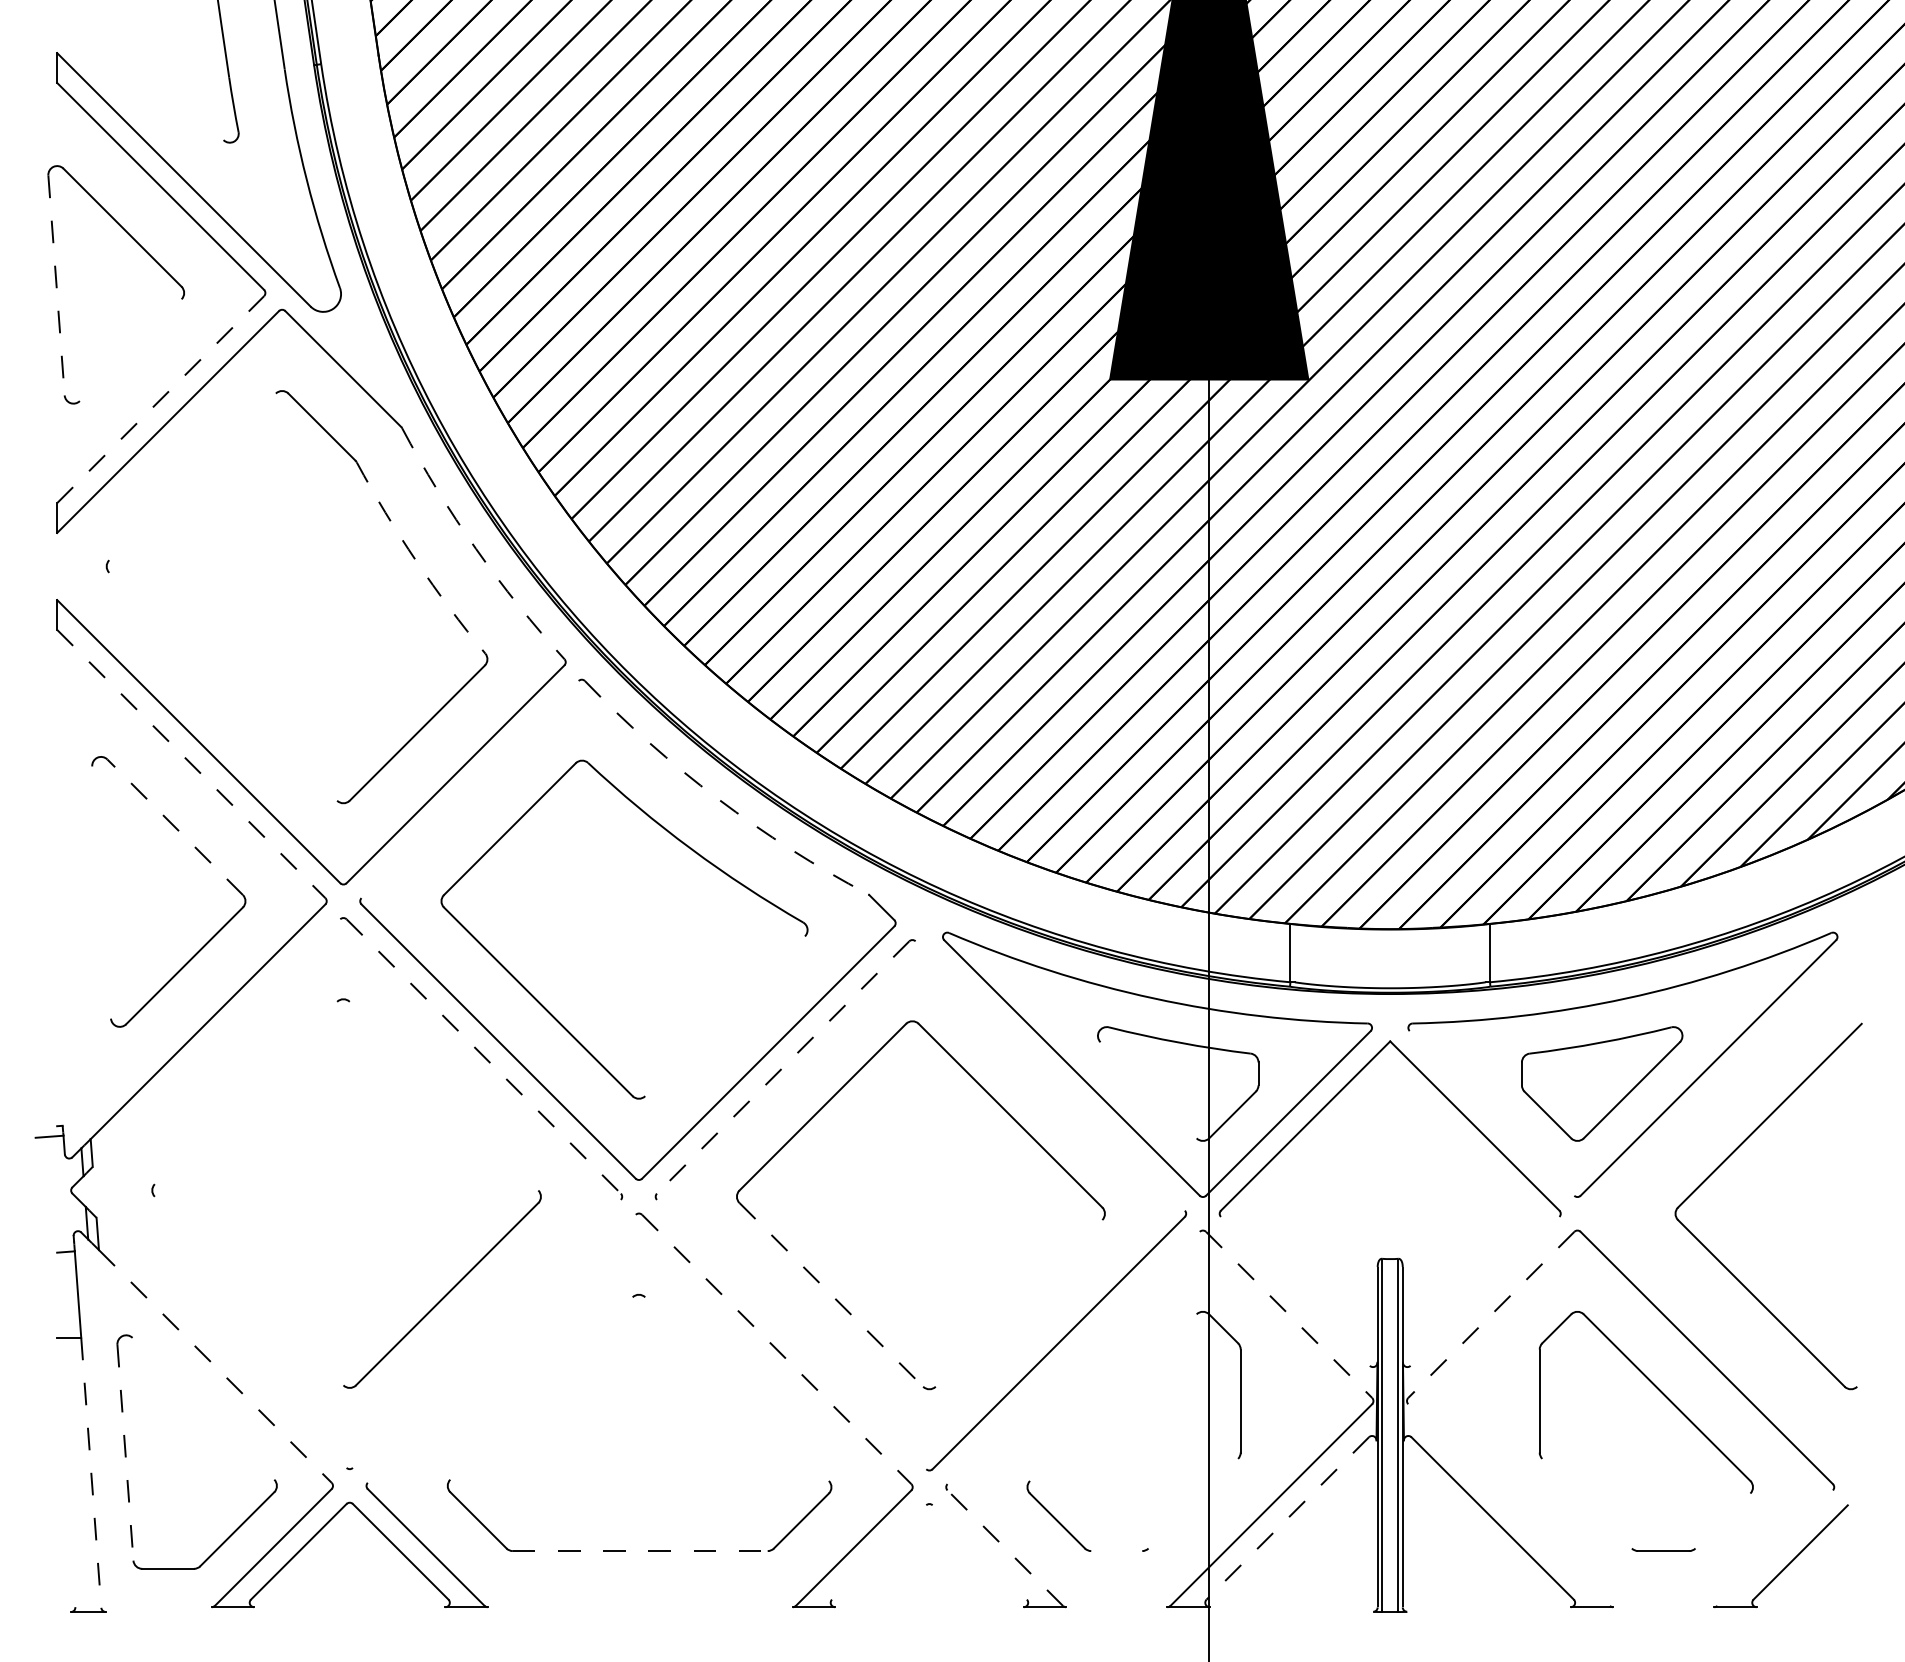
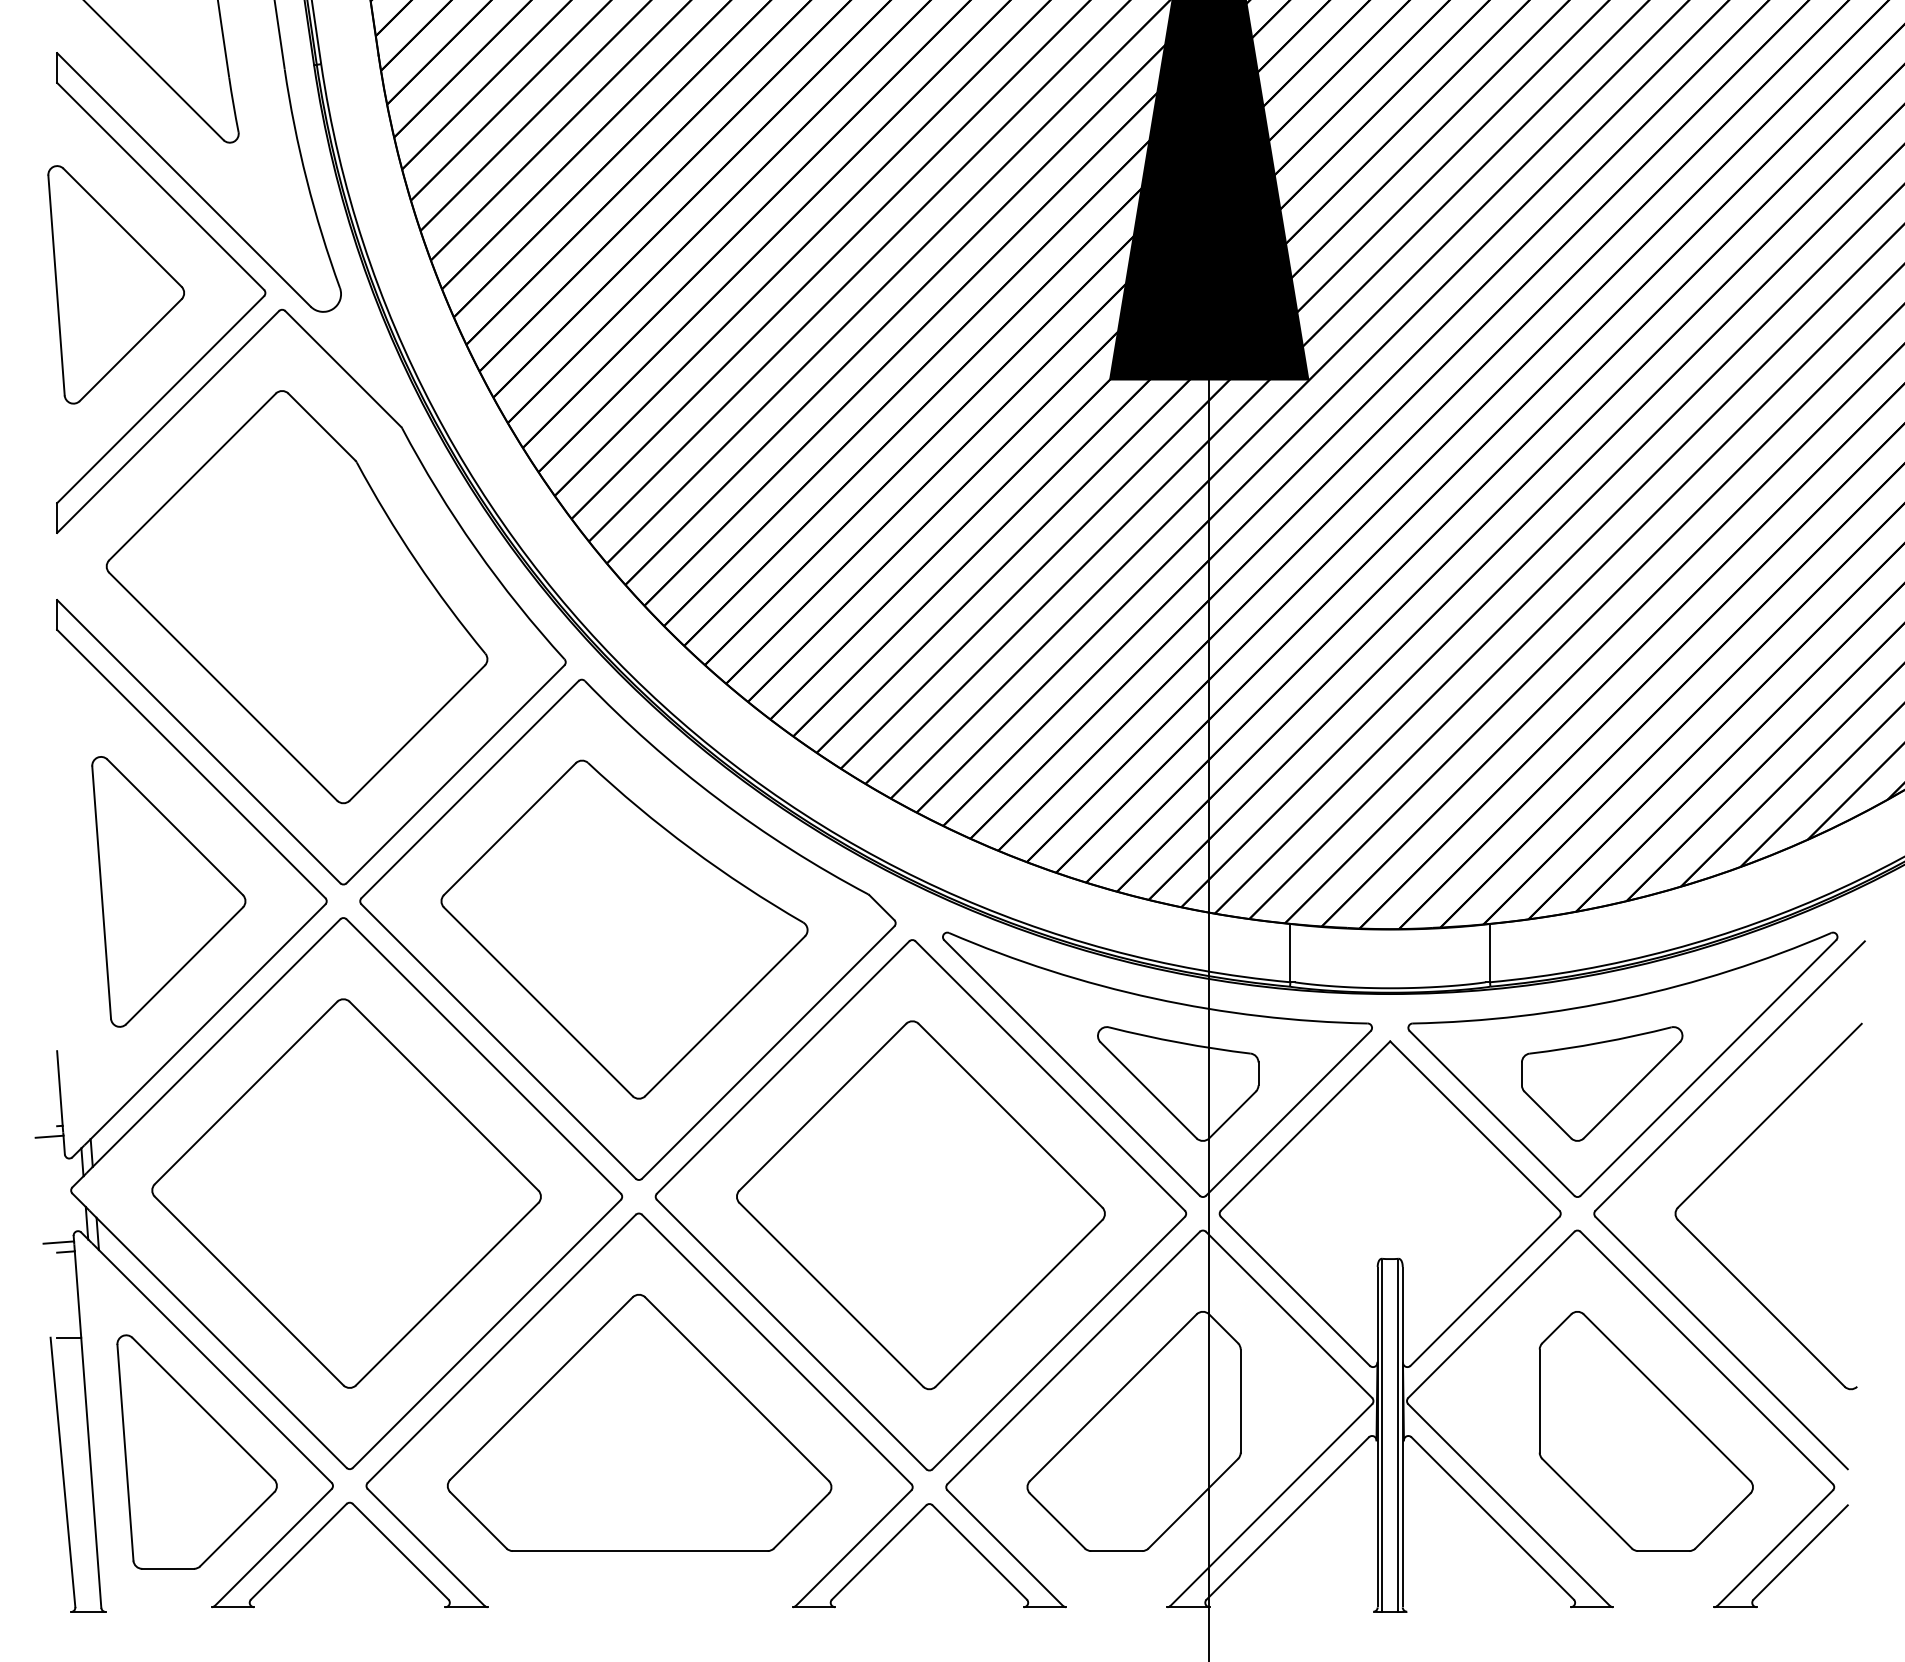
line at (154, 71): none -> present
line at (56, 286): dashed -> solid
line at (130, 350): none -> present
line at (161, 399): dashed -> solid
line at (192, 476): none -> present
arc at (476, 548): dashed -> solid
arc at (416, 561): dashed -> solid
line at (223, 686): none -> present
line at (191, 764): dashed -> solid
line at (469, 789): none -> present
arc at (718, 799): dashed -> solid
line at (175, 827): dashed -> solid
line at (101, 892): none -> present
line at (724, 1016): none -> present
line at (216, 1042): none -> present
line at (483, 1056): dashed -> solid
line at (782, 1067): dashed -> solid
line at (1049, 1075): none -> present
line at (59, 1088): none -> present
line at (1148, 1090): none -> present
line at (245, 1092): none -> present
line at (443, 1095): none -> present
line at (1491, 1113): none -> present
part at (1666, 1141): none -> present
line at (58, 1242): none -> present
line at (248, 1290): none -> present
line at (1294, 1290): none -> present
line at (1484, 1290): none -> present
line at (831, 1294): dashed -> solid
line at (1018, 1303): none -> present
line at (1289, 1315): dashed -> solid
line at (1490, 1315): dashed -> solid
line at (486, 1333): none -> present
line at (791, 1334): none -> present
line at (221, 1342): none -> present
line at (501, 1348): none -> present
line at (777, 1349): dashed -> solid
line at (1073, 1357): none -> present
line at (215, 1366): dashed -> solid
line at (541, 1388): none -> present
line at (736, 1388): none -> present
line at (1113, 1397): none -> present
line at (203, 1408): none -> present
line at (125, 1453): dashed -> solid
line at (62, 1472): none -> present
line at (91, 1473): dashed -> solid
line at (1193, 1503): none -> present
line at (1586, 1503): none -> present
line at (1508, 1504): none -> present
line at (1287, 1518): dashed -> solid
line at (1722, 1520): none -> present
line at (1774, 1547): none -> present
line at (1005, 1548): dashed -> solid
line at (640, 1551): dashed -> solid
line at (1116, 1551): none -> present
line at (879, 1552): none -> present
line at (979, 1552): none -> present
